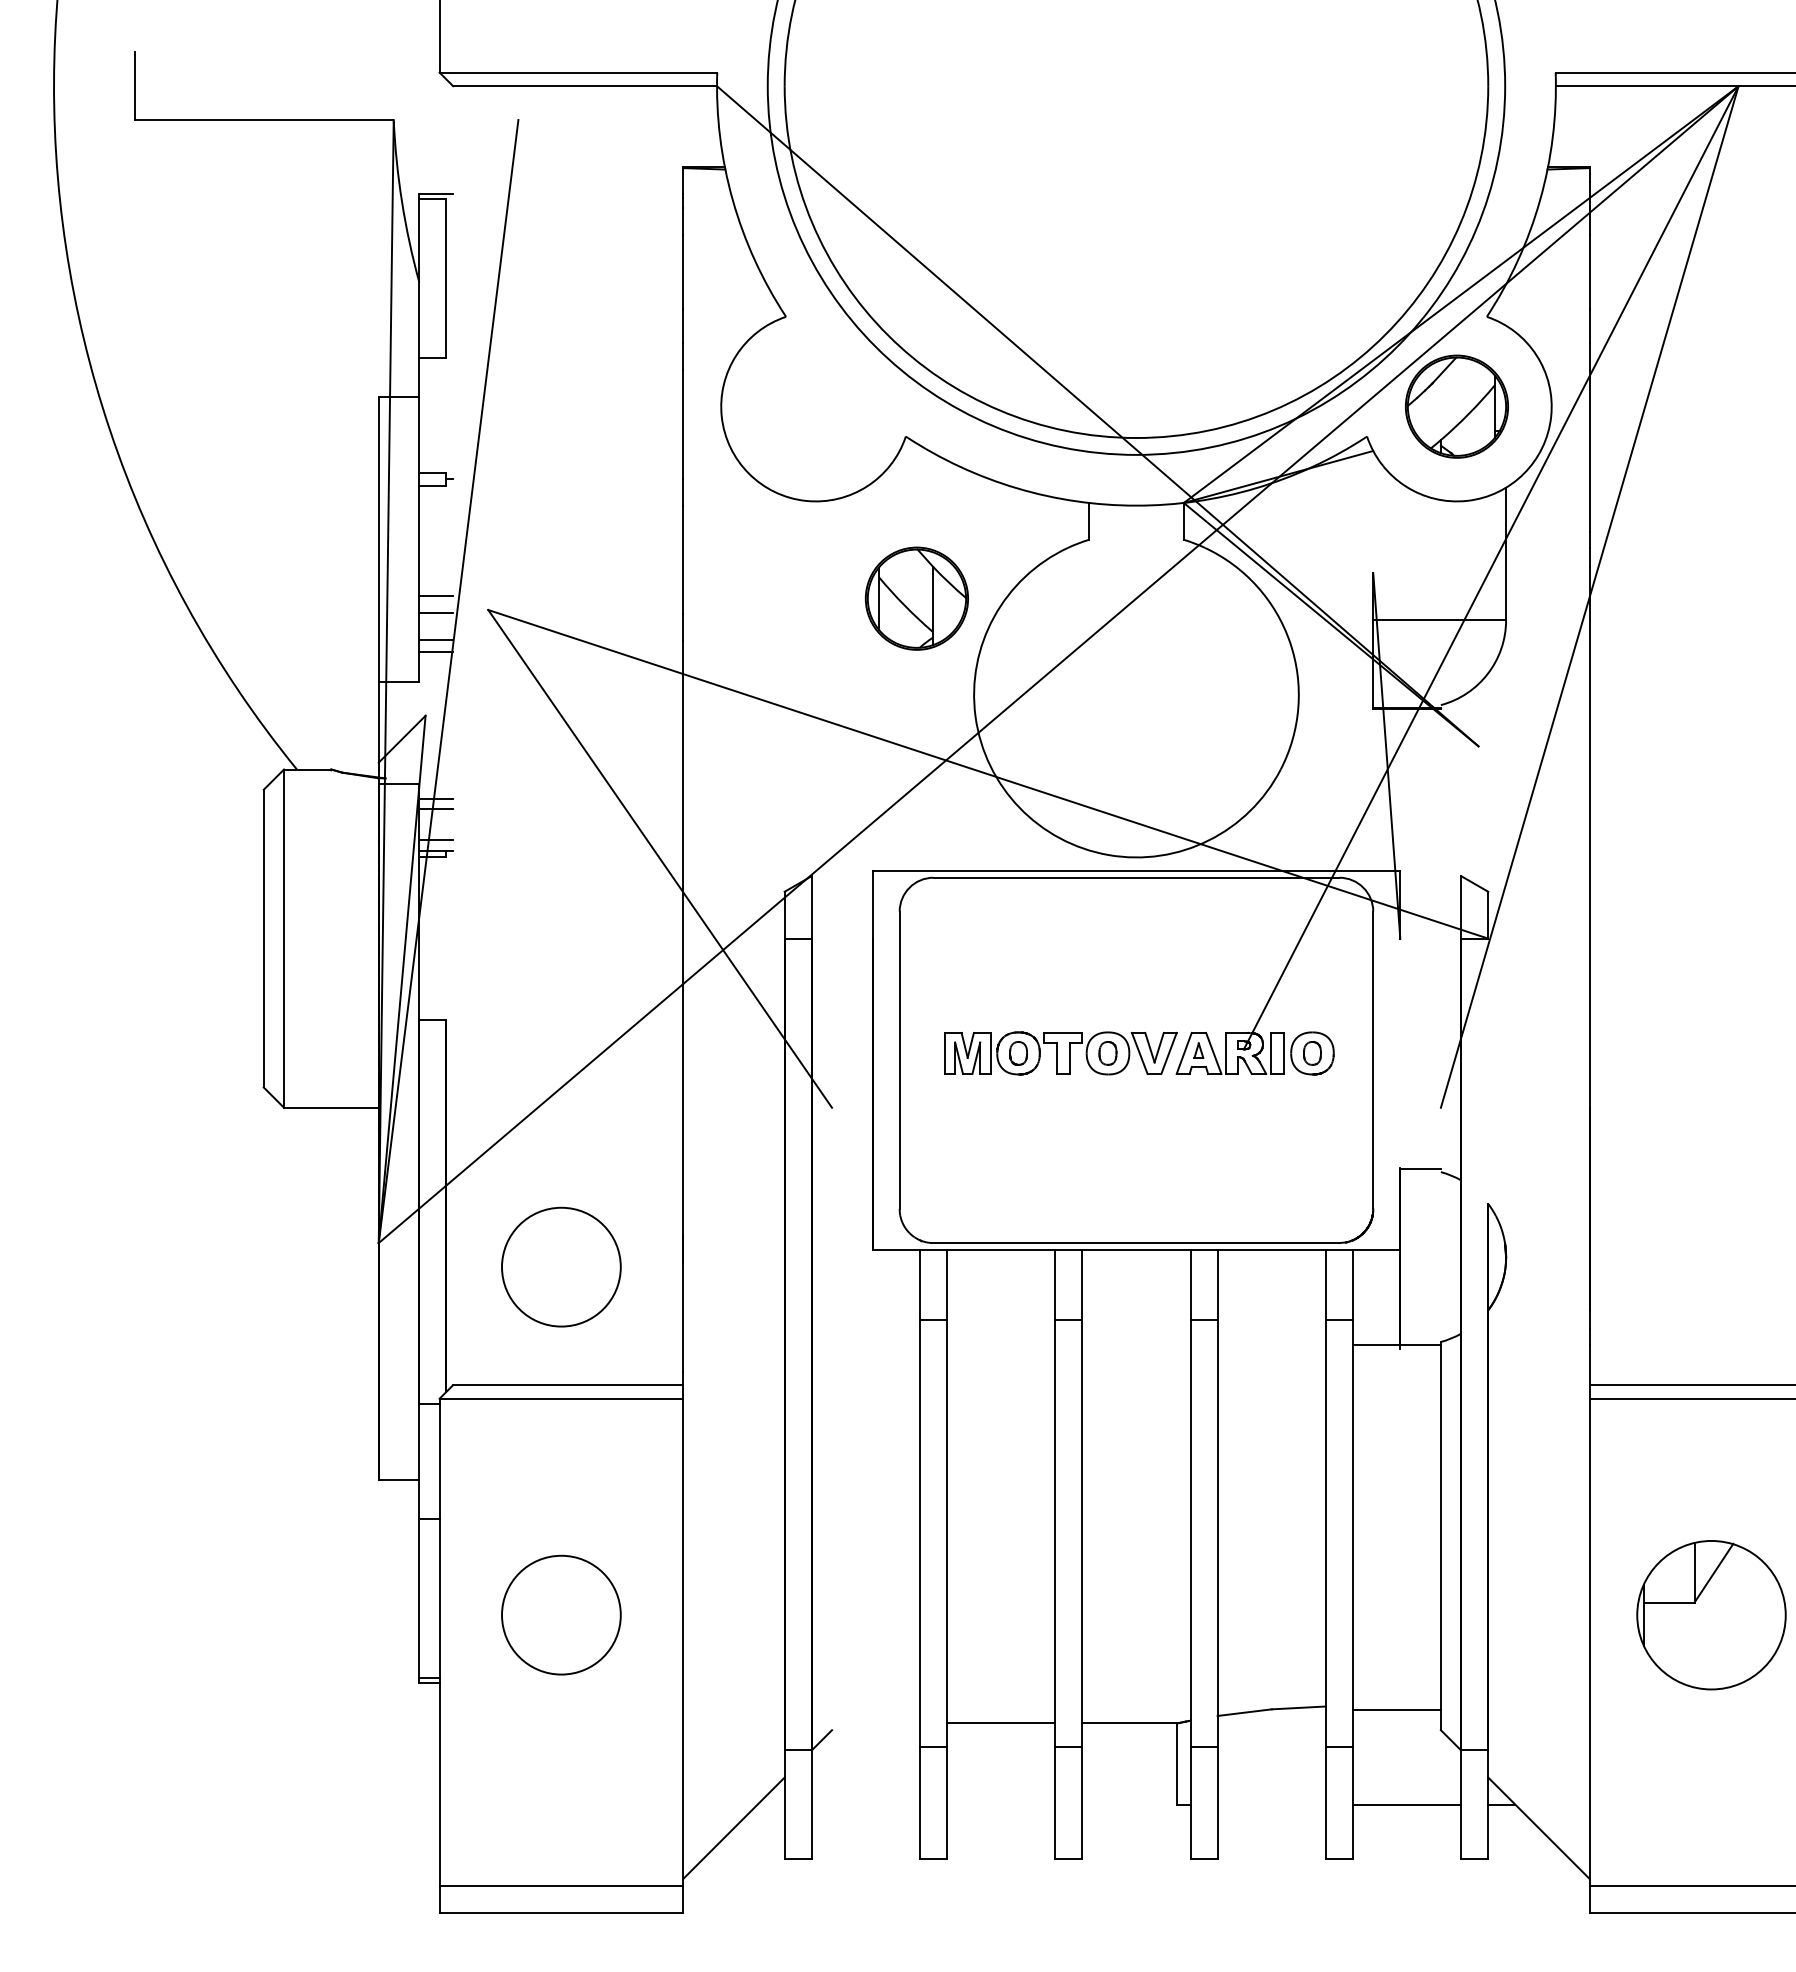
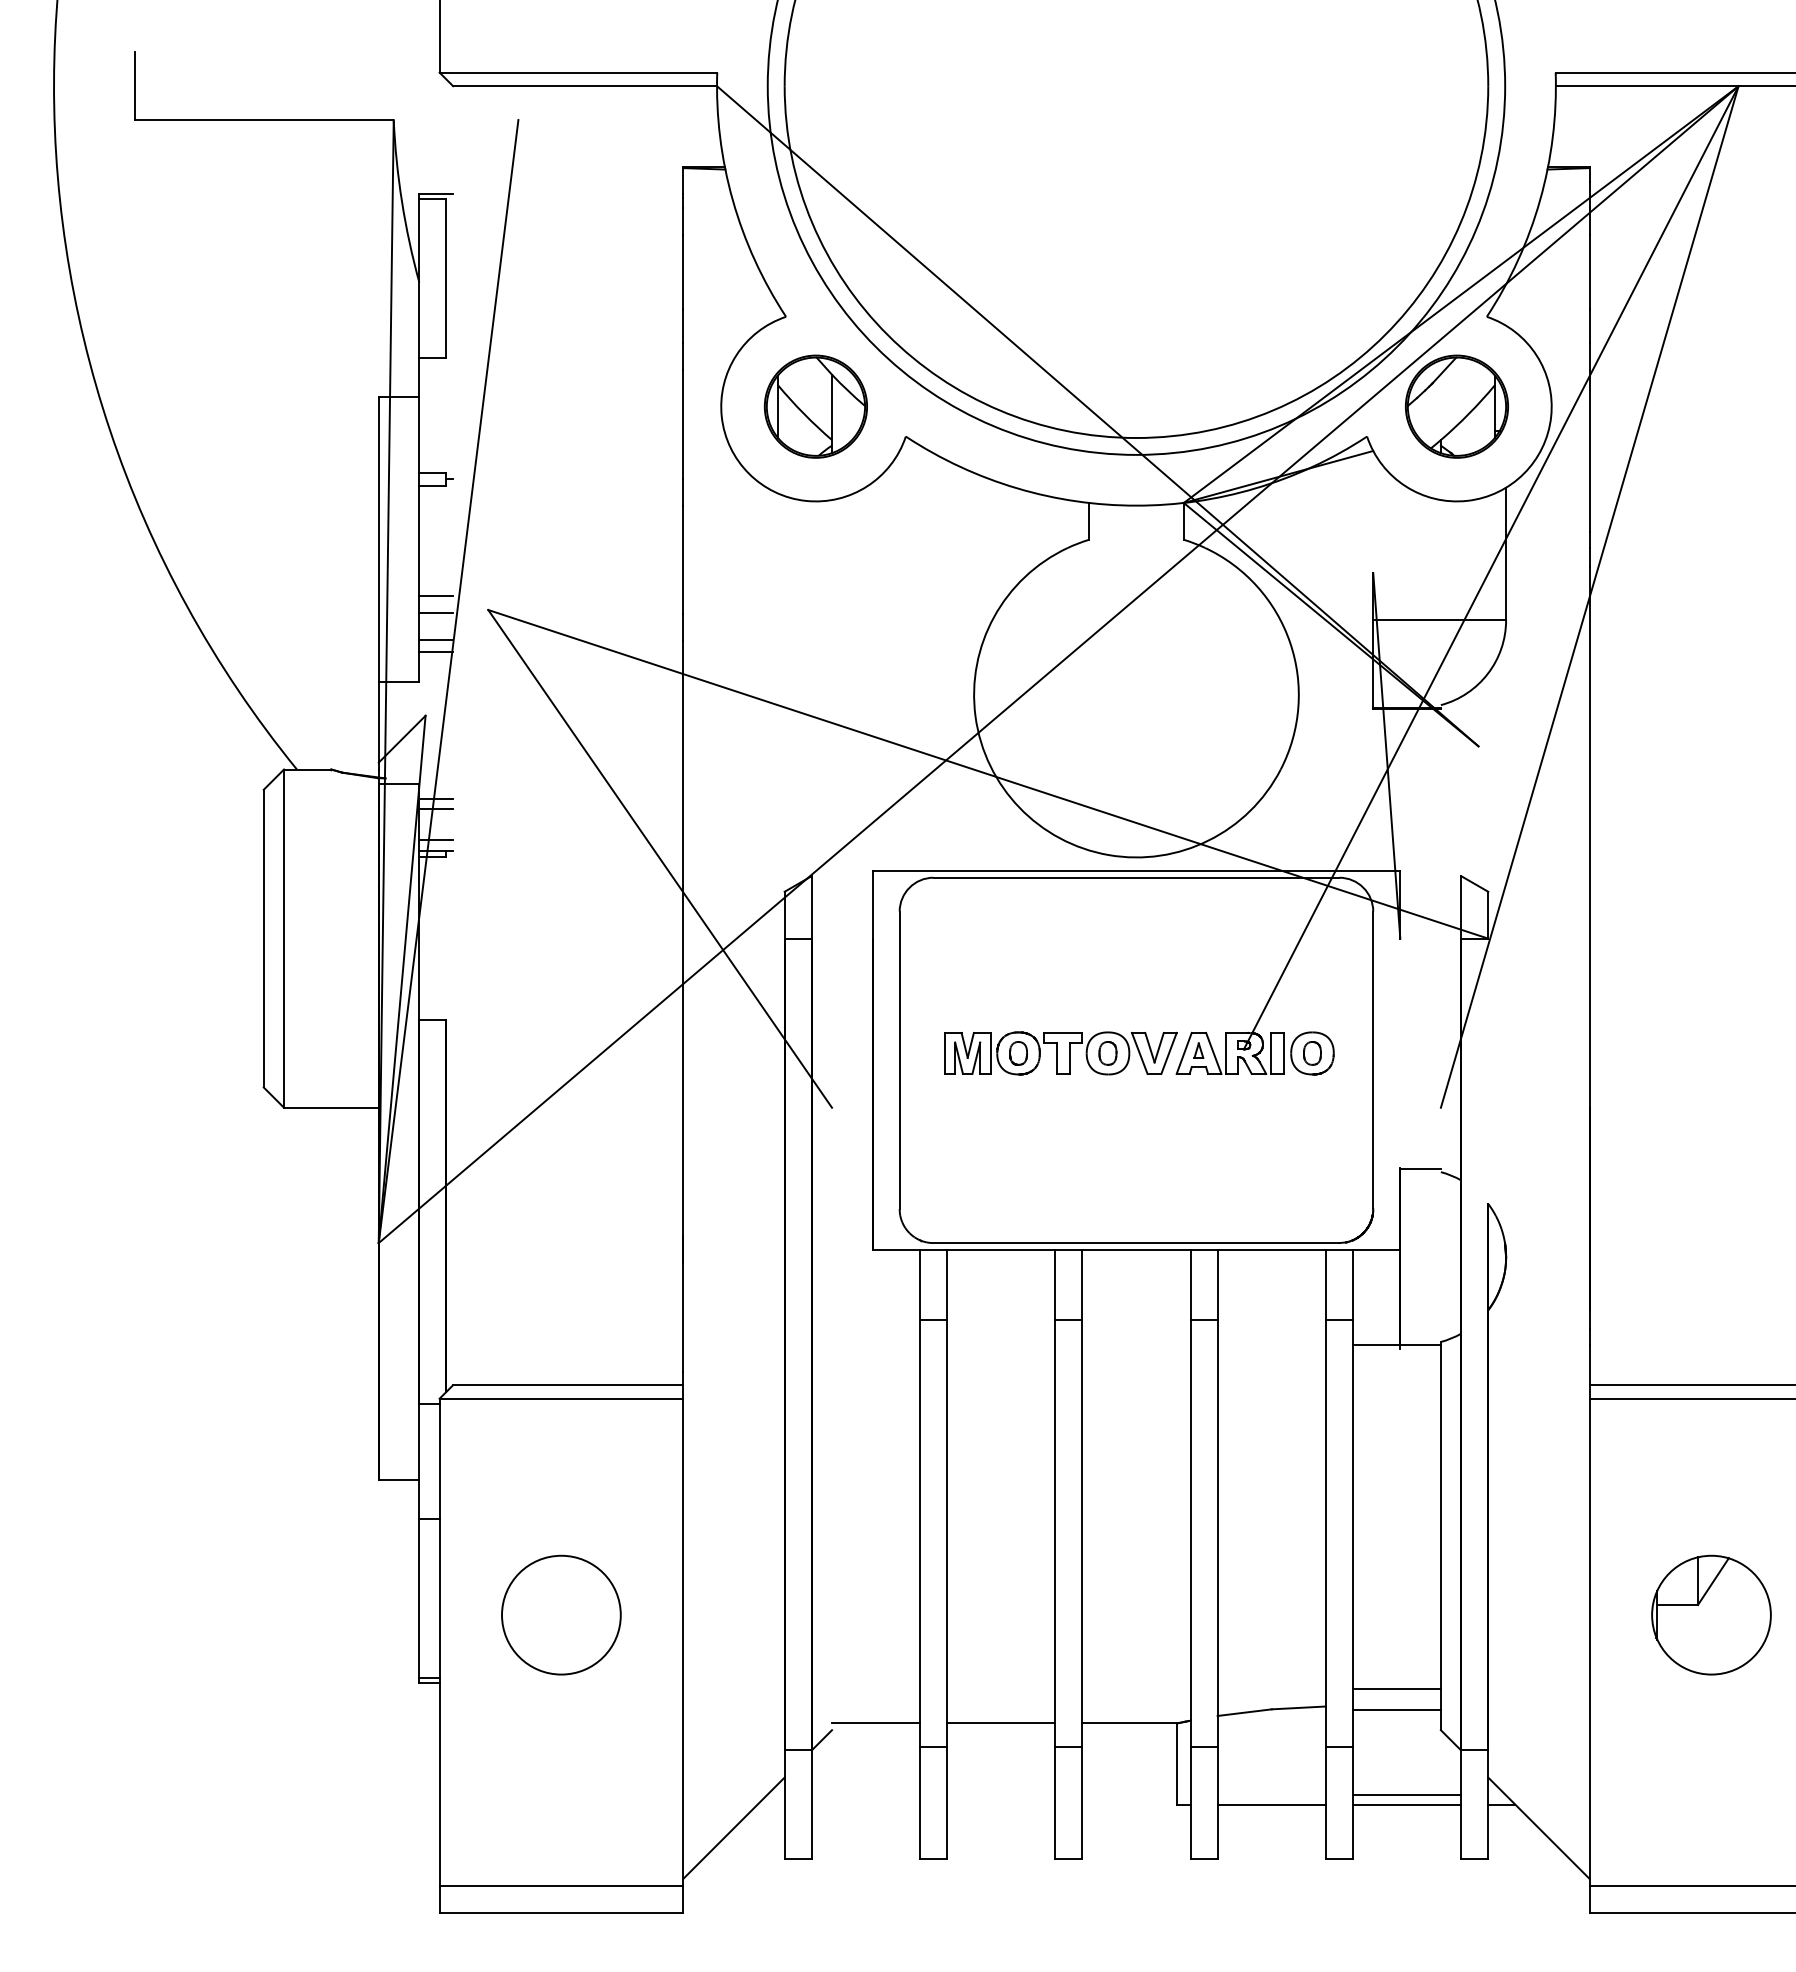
part at (916, 598) position: (916, 598) -> (815, 406)
circle at (561, 1266): present -> none
part at (1711, 1615) size: 151x151 px -> 121x122 px
line at (1396, 1689): none -> present
line at (875, 1723): none -> present
line at (1406, 1795): none -> present
line at (1271, 1804): none -> present
